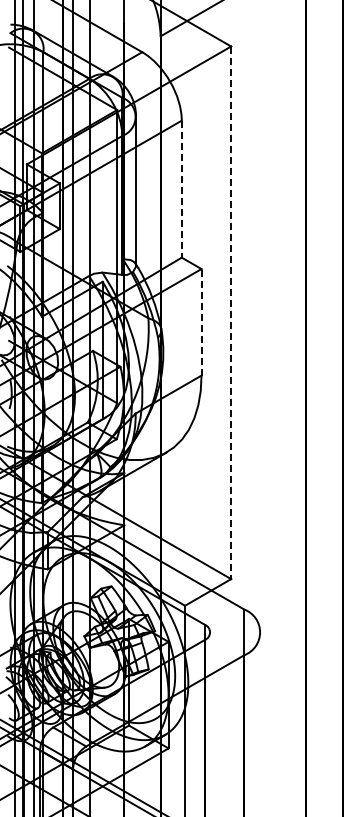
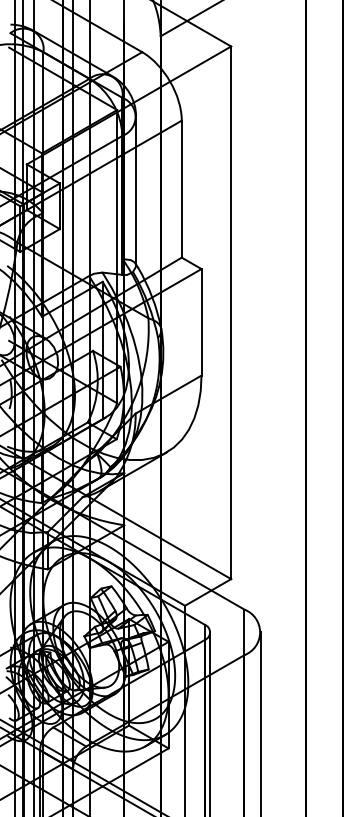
line at (181, 189): dashed -> solid
line at (231, 313): dashed -> solid
line at (201, 321): dashed -> solid
line at (210, 722): none -> present
line at (260, 722): none -> present
